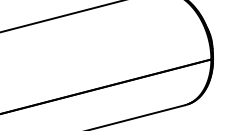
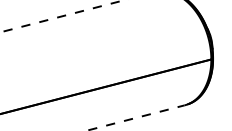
line at (62, 16): solid -> dashed
line at (135, 118): solid -> dashed
